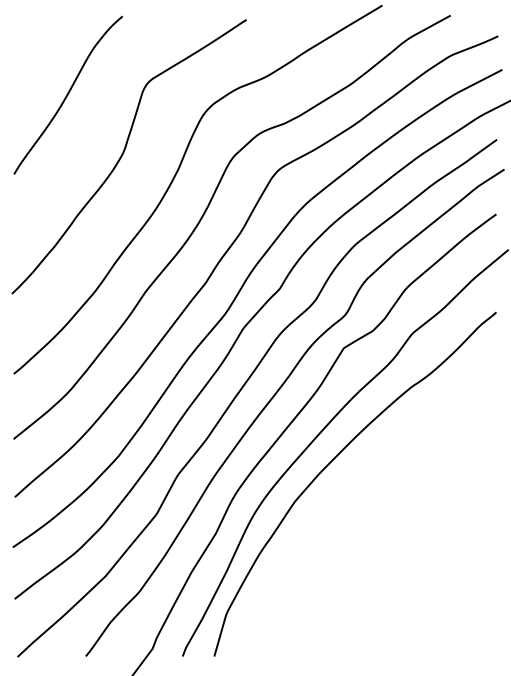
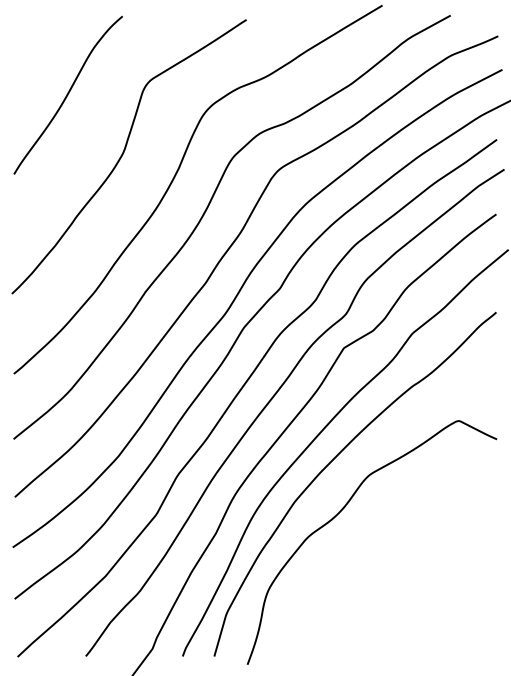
curve at (341, 511): none -> present
